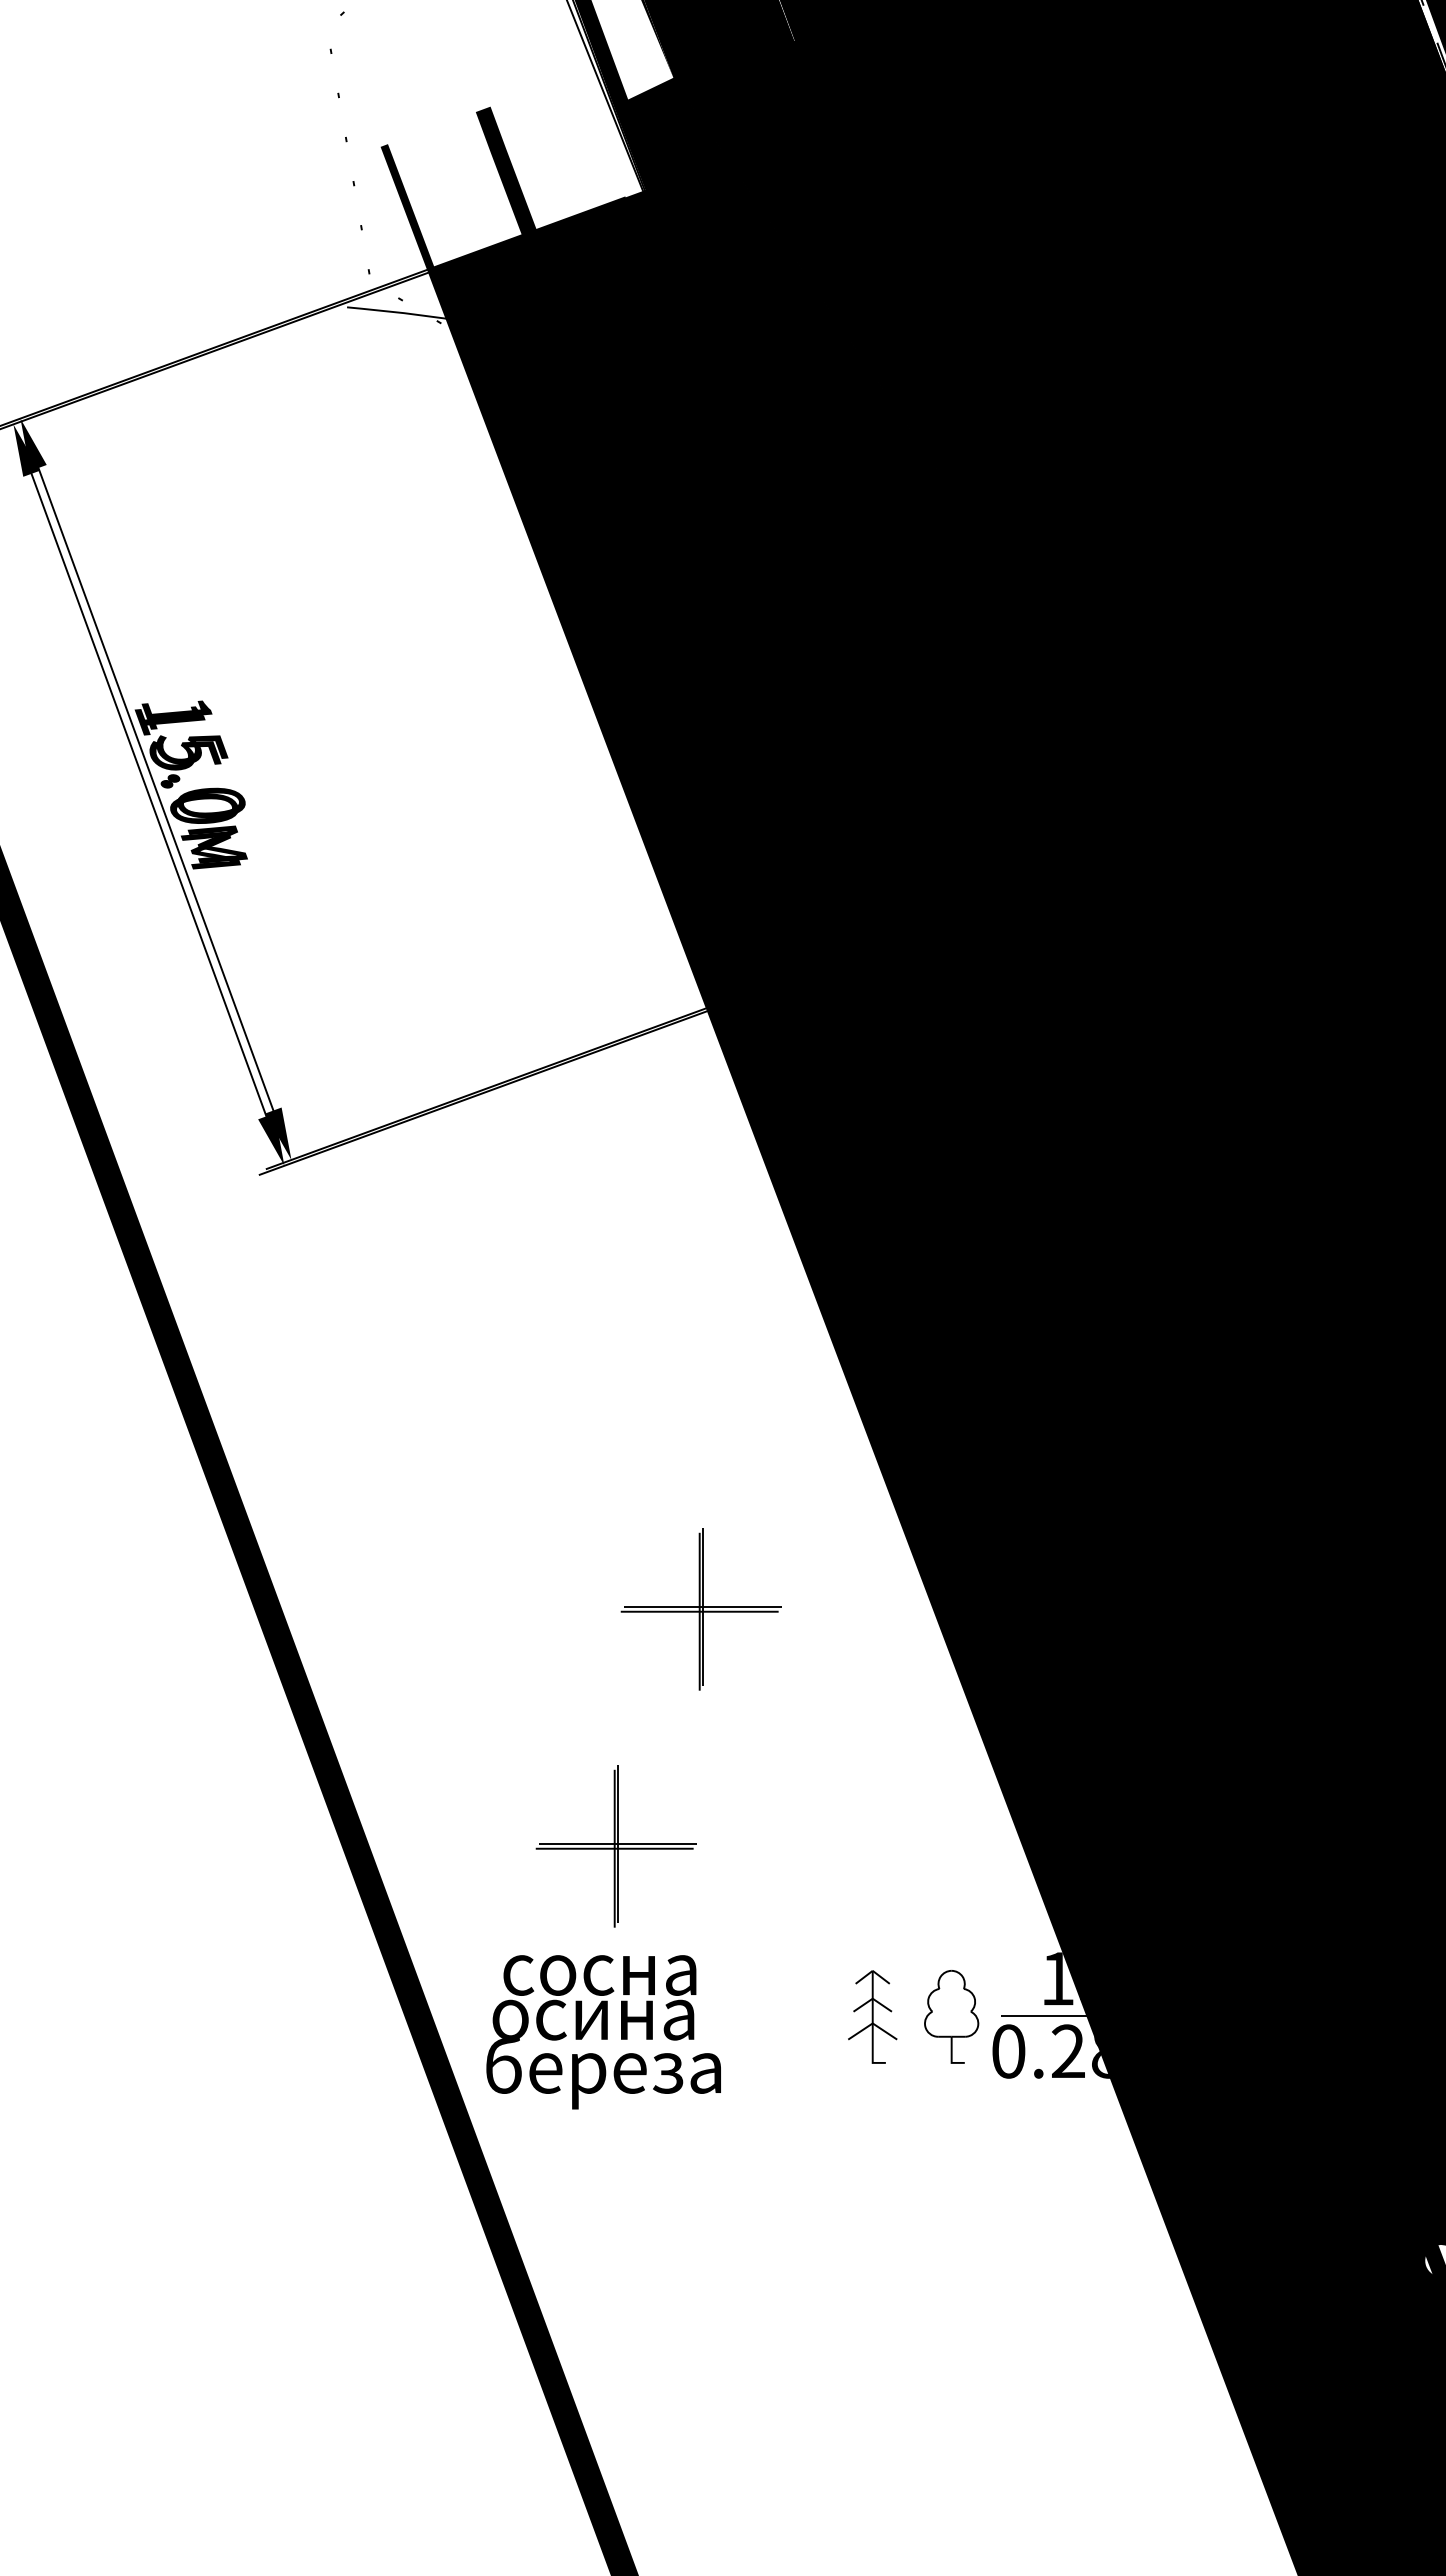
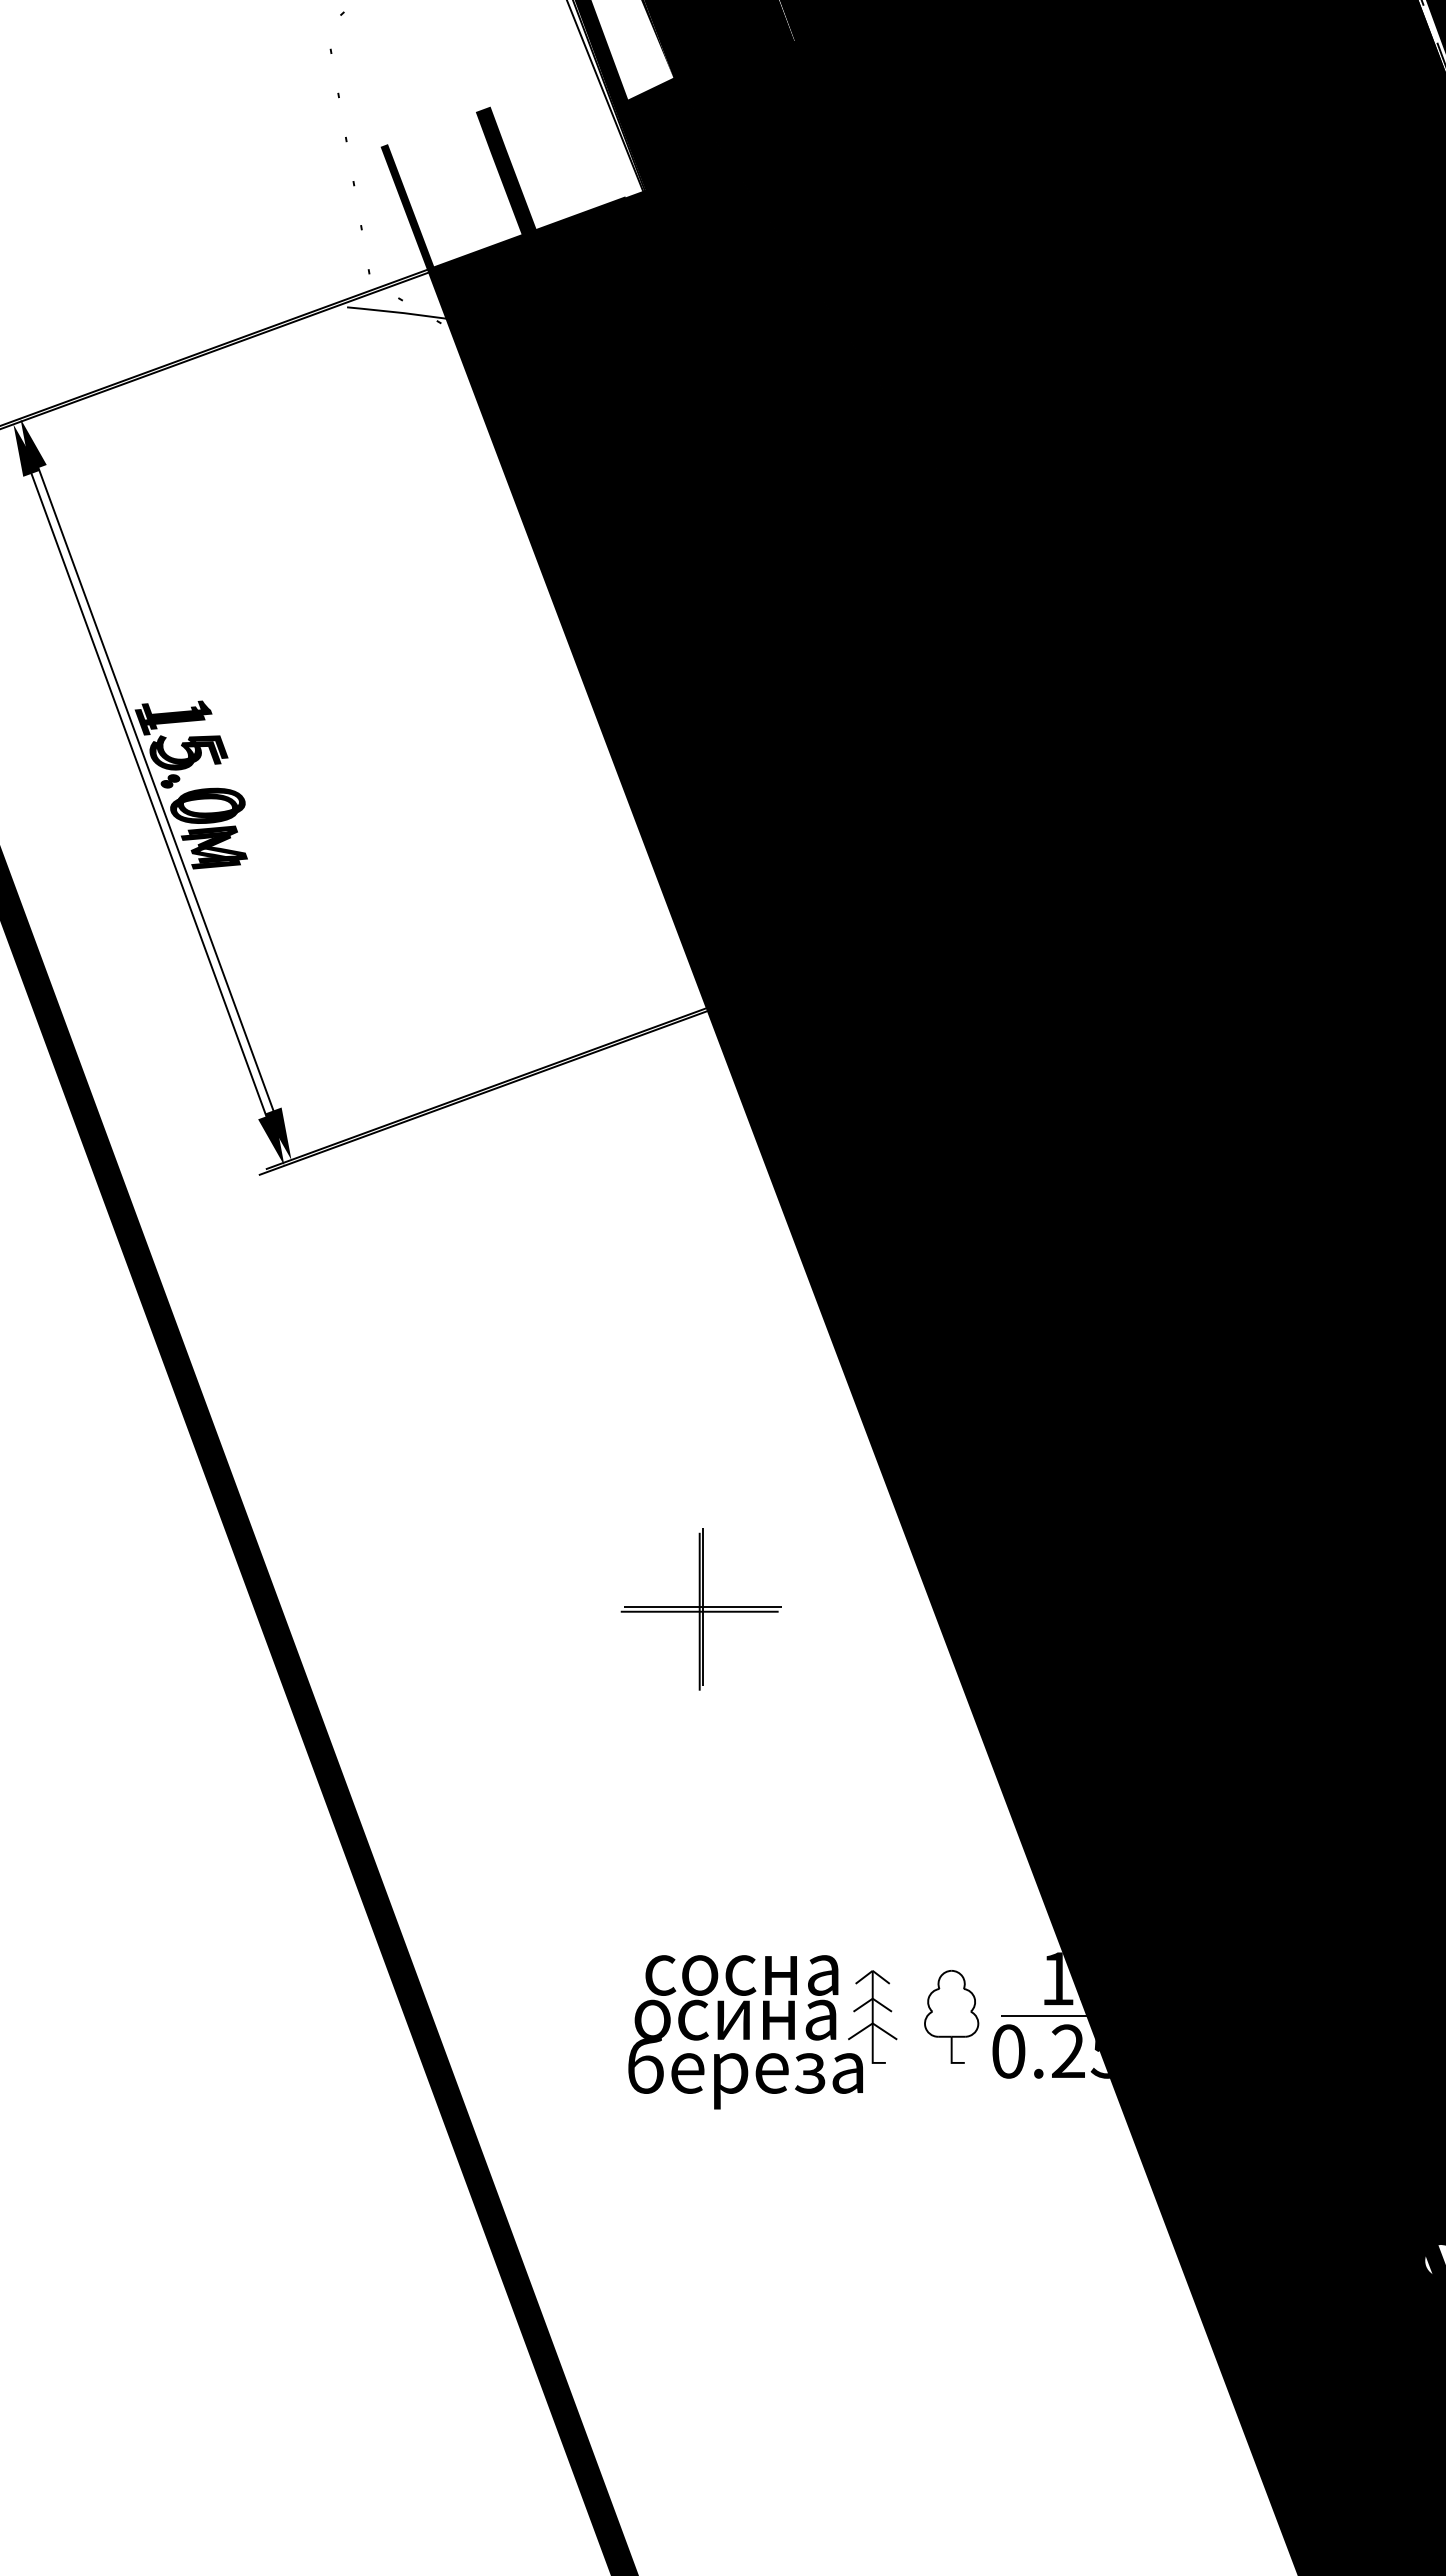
part at (615, 1846): present -> none
text at (603, 2032) position: (603, 2032) -> (745, 2032)
text at (1099, 2057): 0.28 -> 0.25
